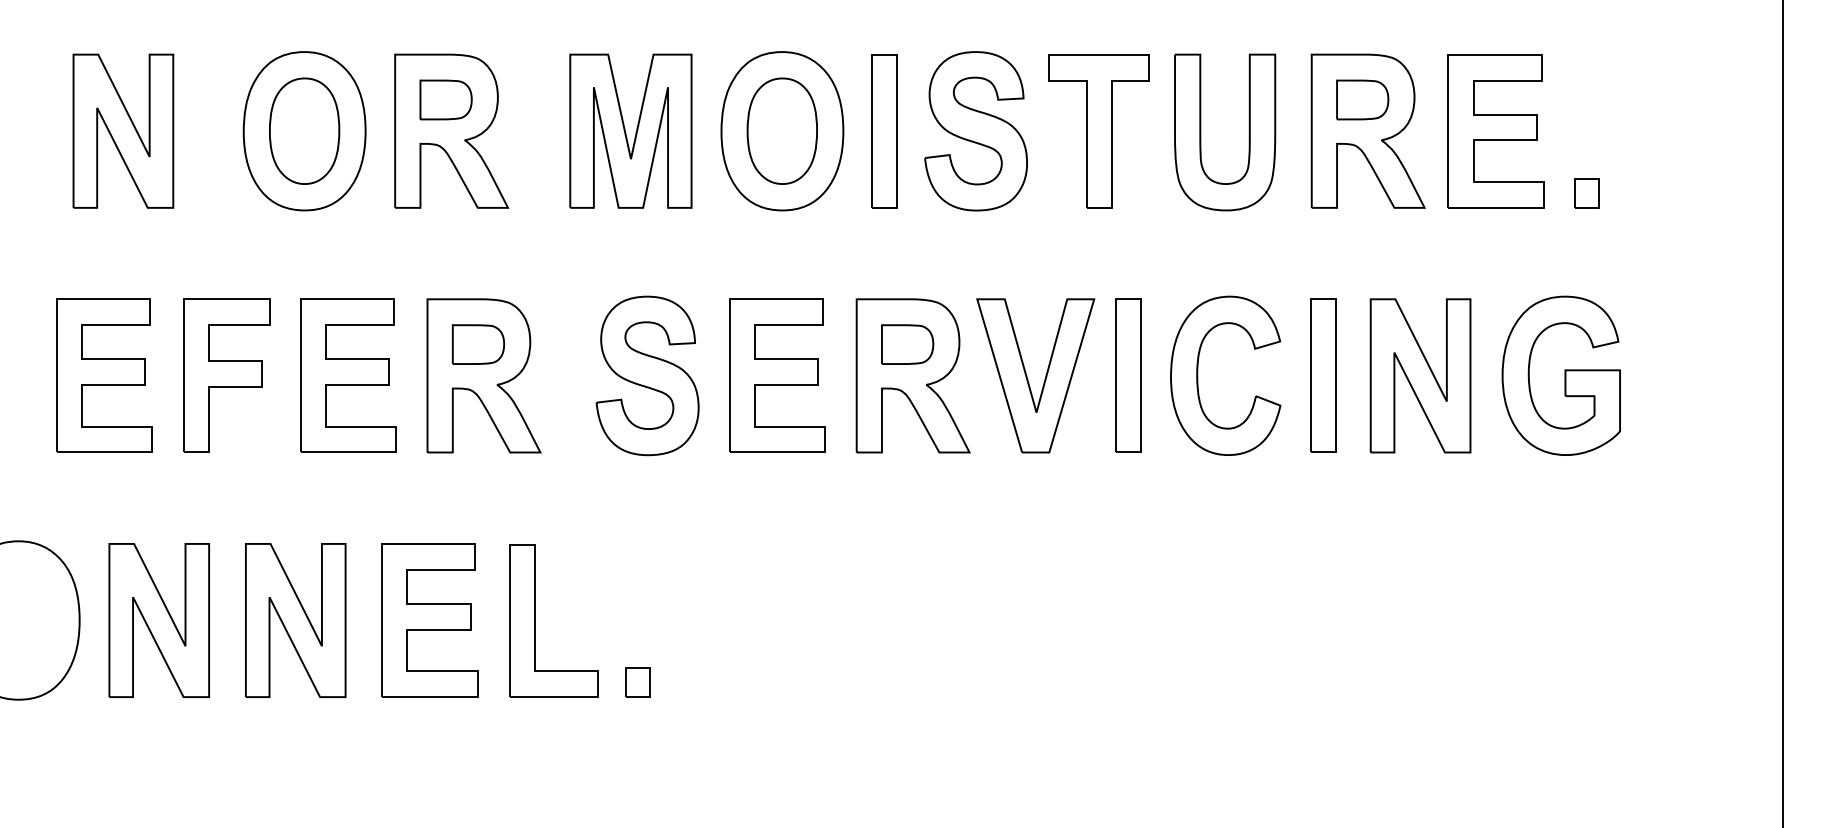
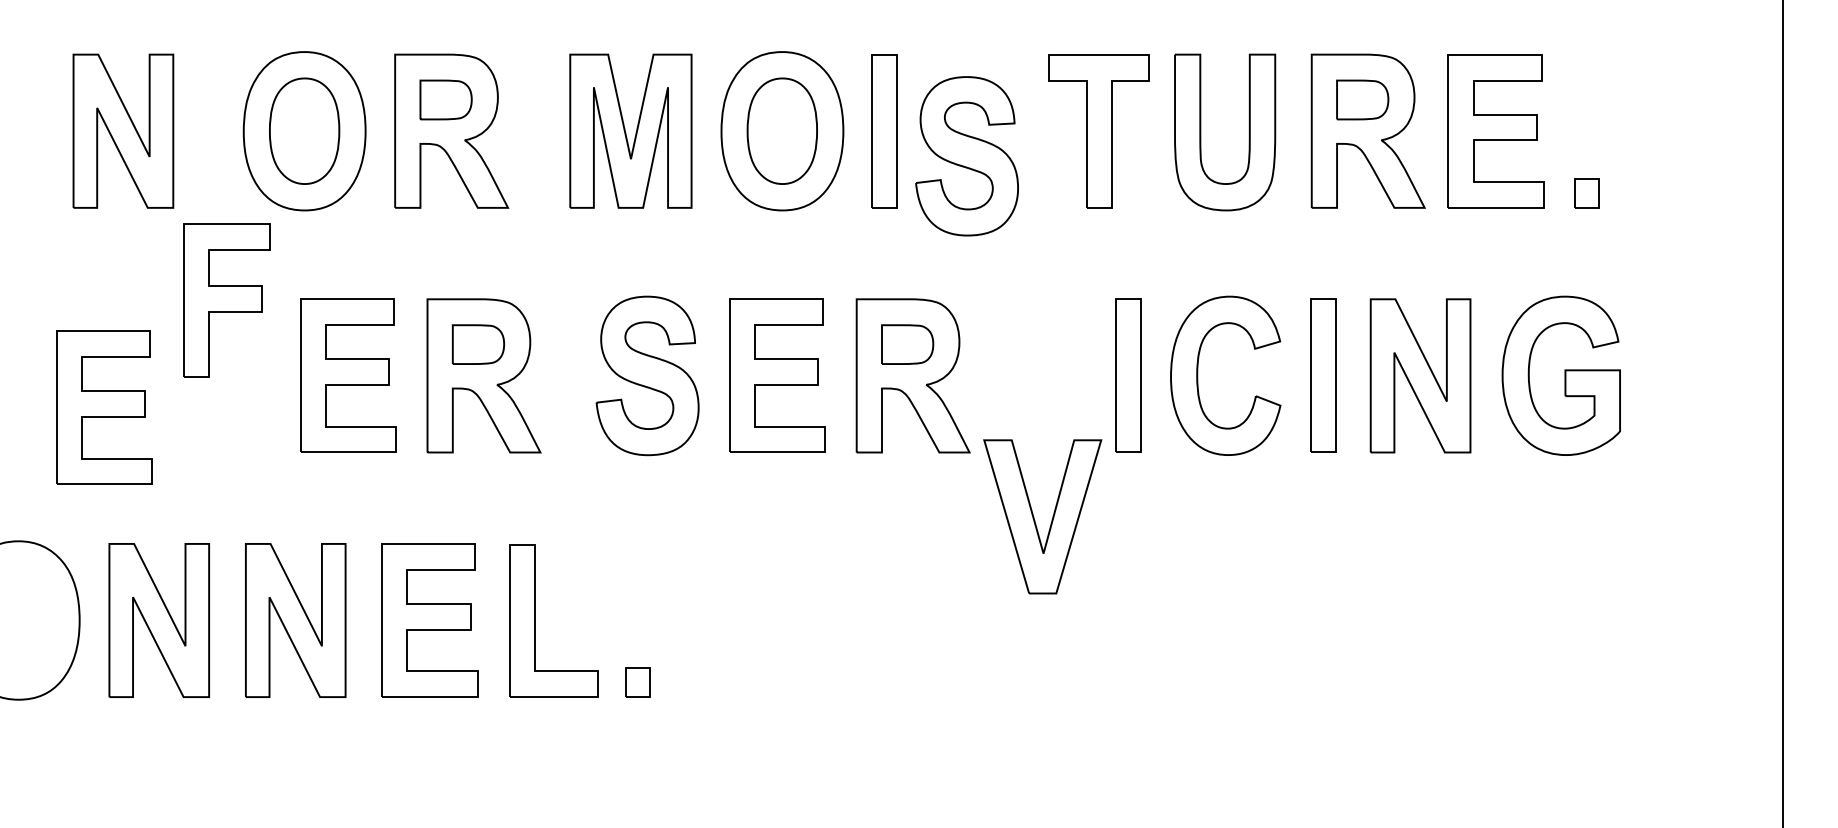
part at (975, 131) position: (975, 131) -> (966, 156)
part at (104, 375) position: (104, 375) -> (104, 407)
part at (226, 375) position: (226, 375) -> (226, 300)
part at (1027, 375) position: (1027, 375) -> (1034, 516)
